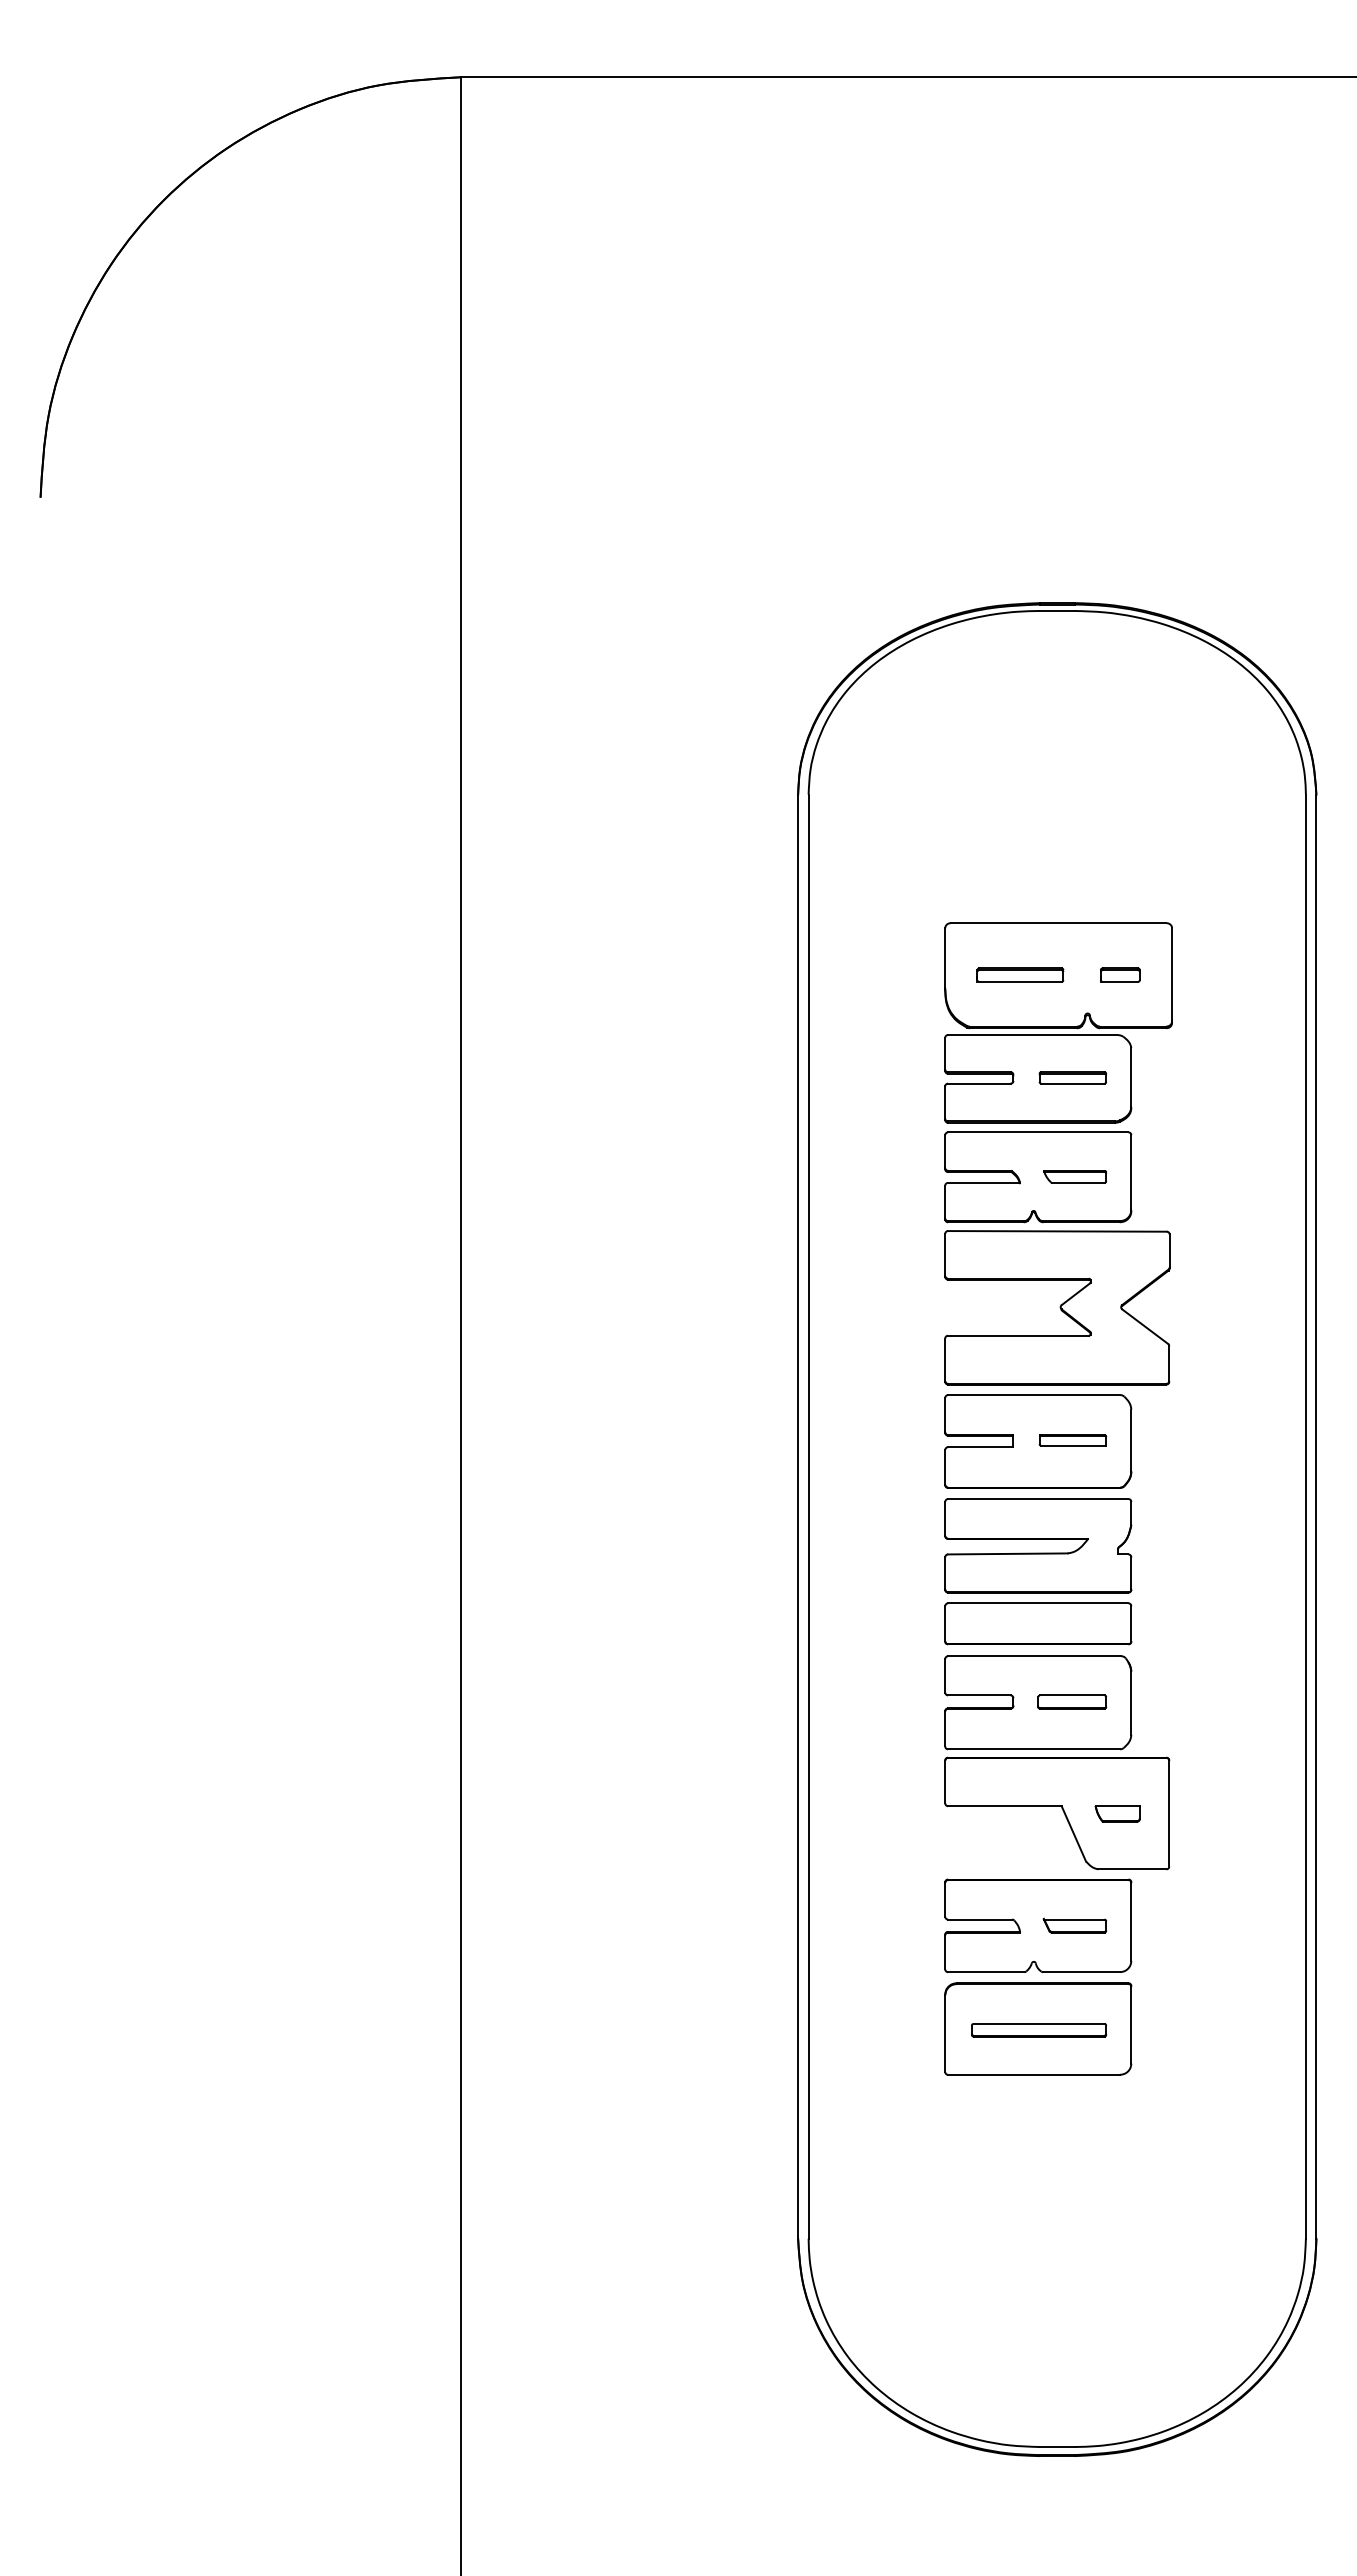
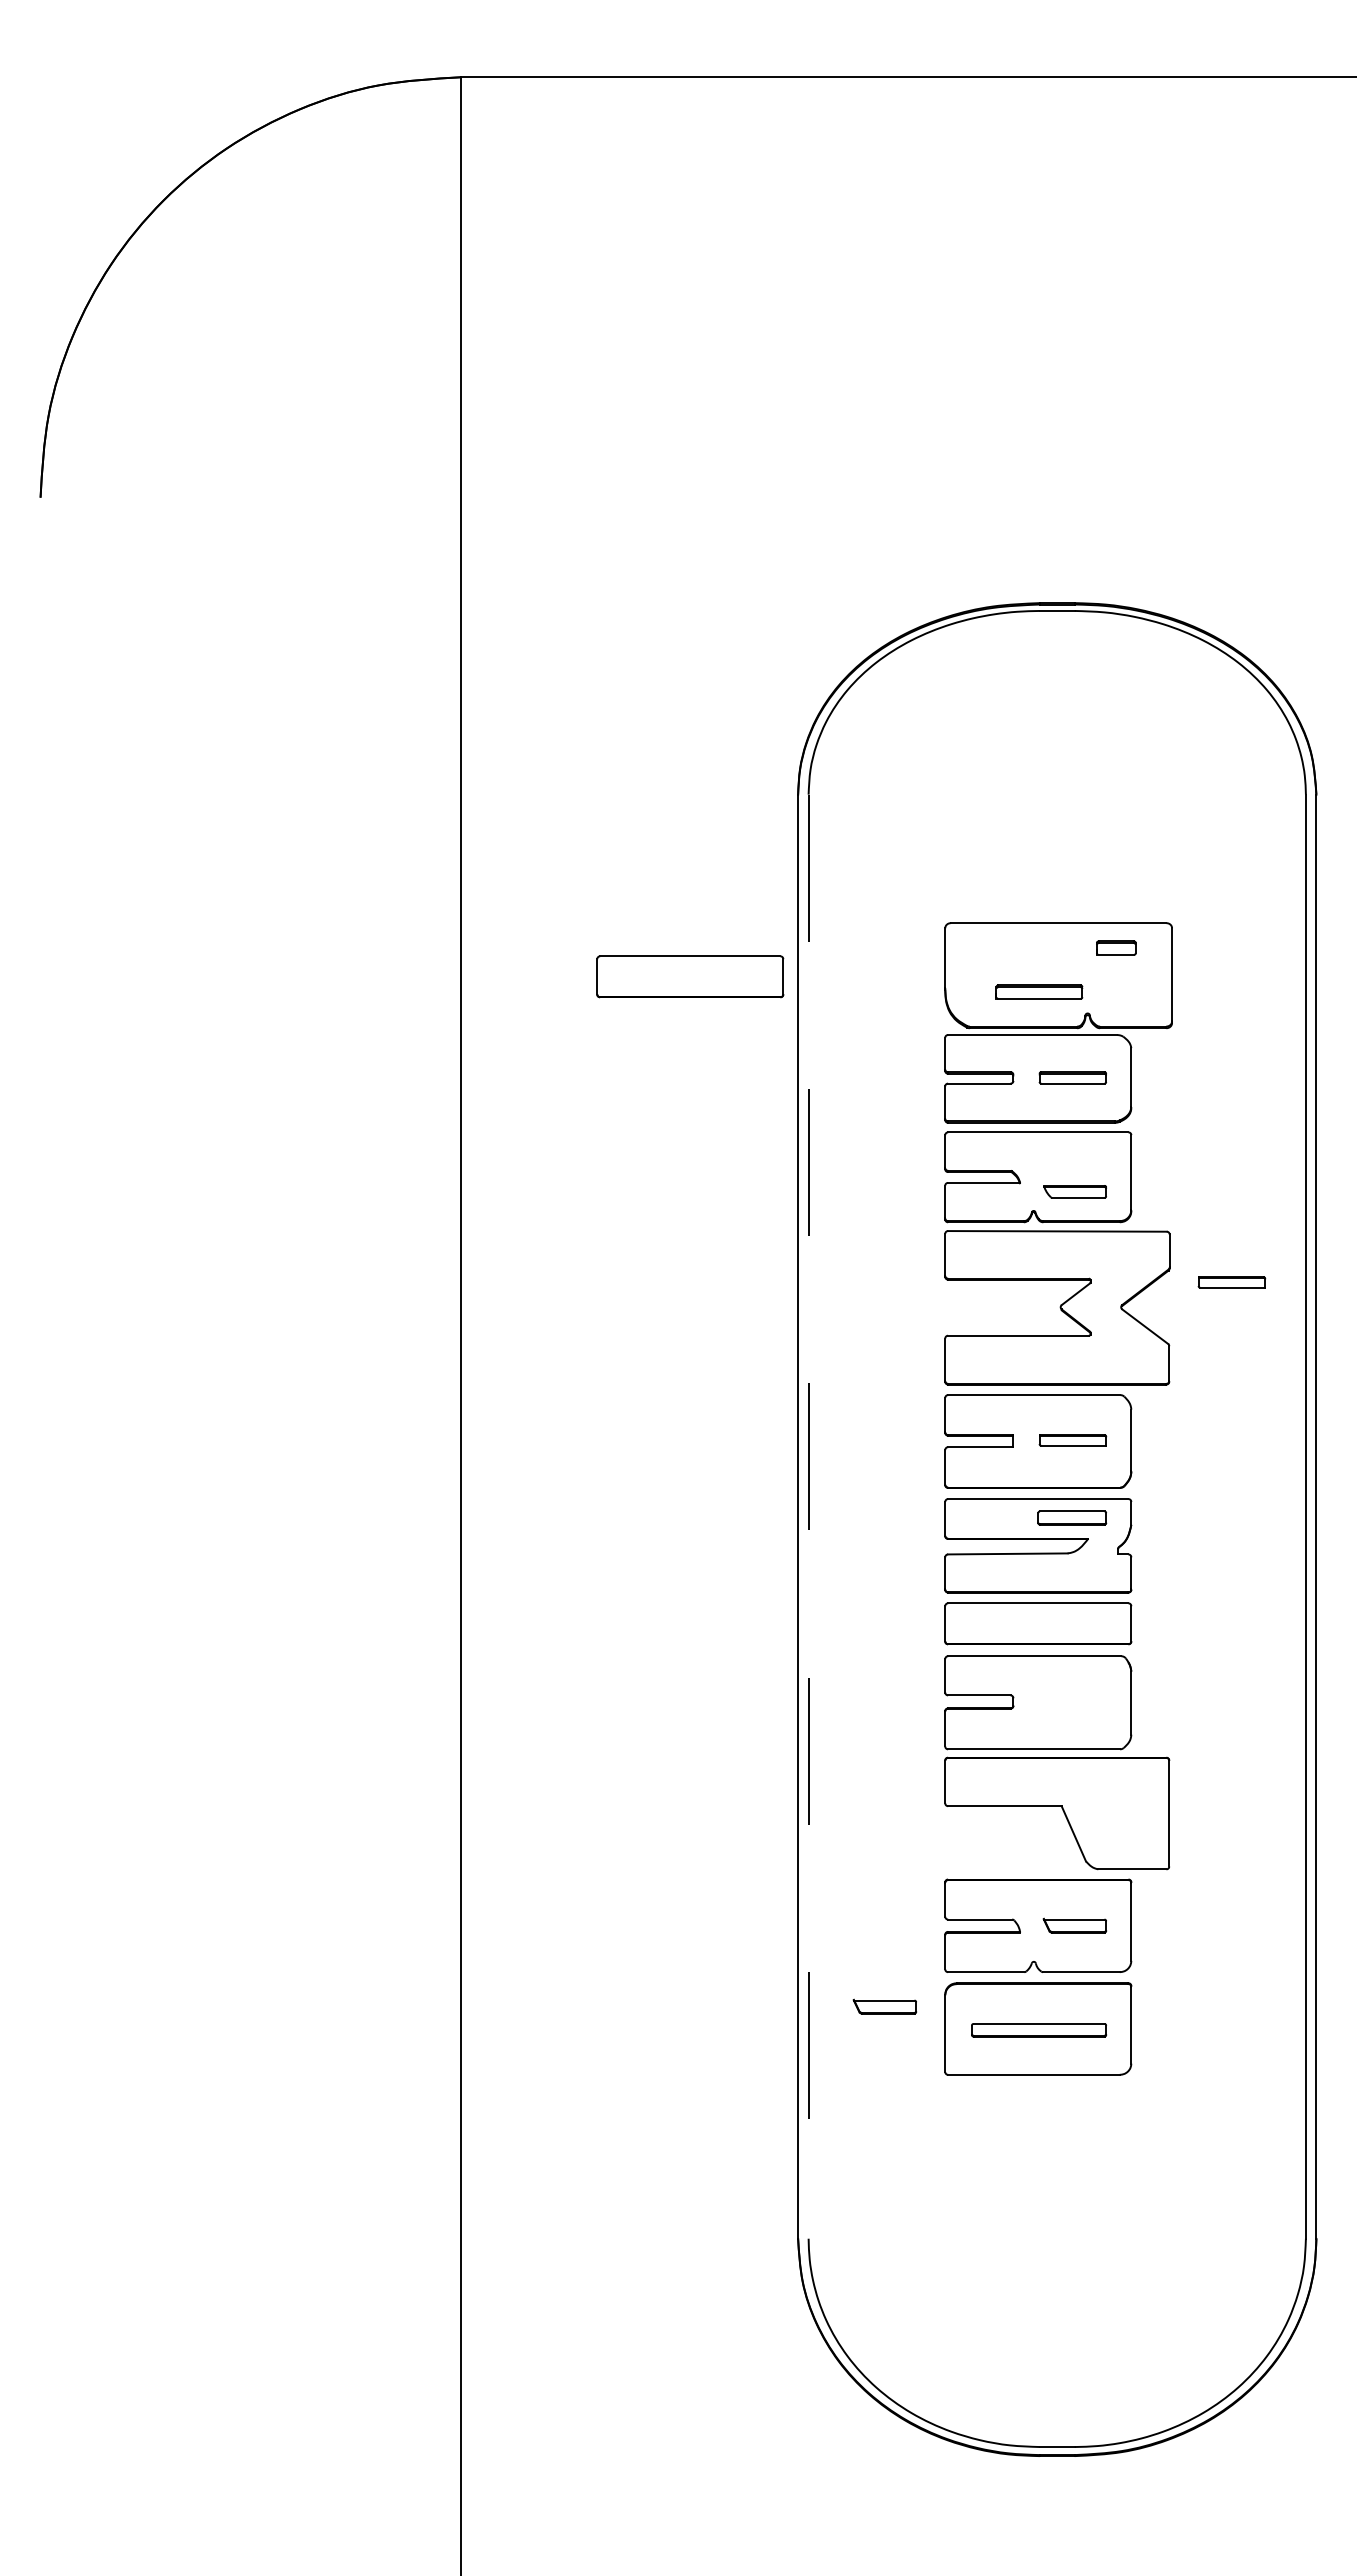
part at (1020, 974) position: (1020, 974) -> (1039, 991)
part at (1120, 974) position: (1120, 974) -> (1116, 947)
part at (690, 976): none -> present
part at (1074, 1176) position: (1074, 1176) -> (1074, 1191)
part at (1231, 1282): none -> present
line at (808, 1517): solid -> dashed
part at (1072, 1701) position: (1072, 1701) -> (1072, 1517)
part at (1117, 1813): present -> none
part at (884, 2006): none -> present
